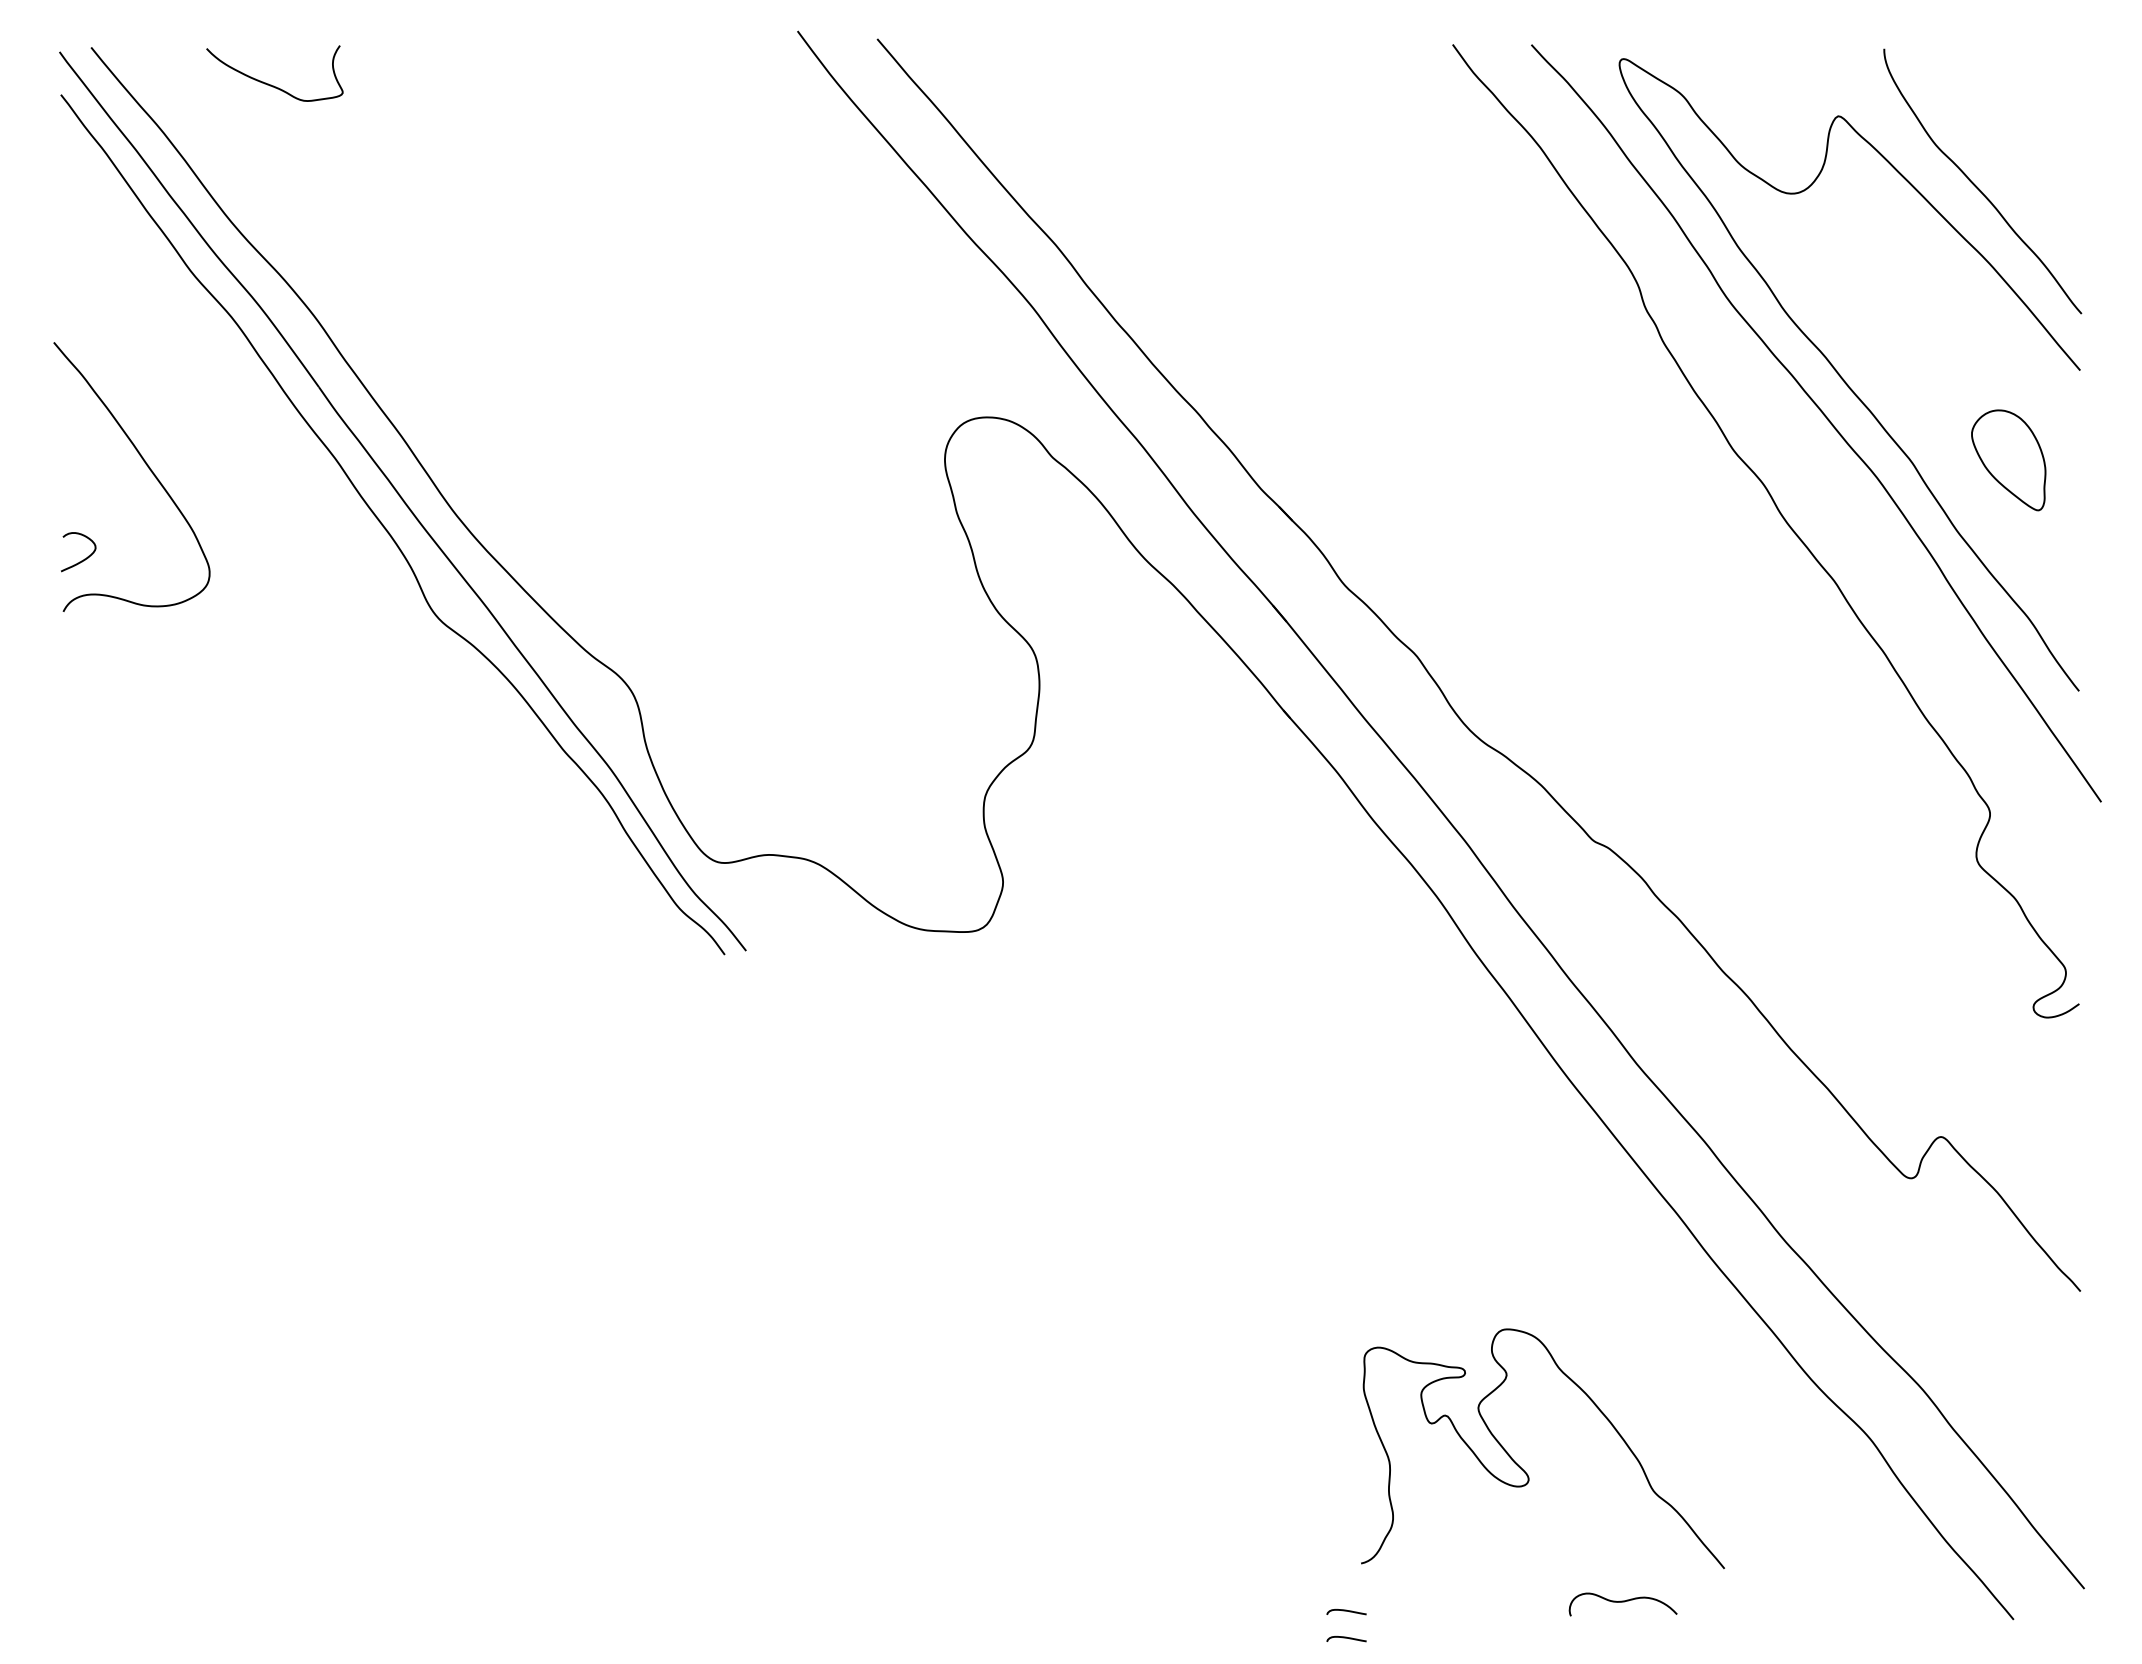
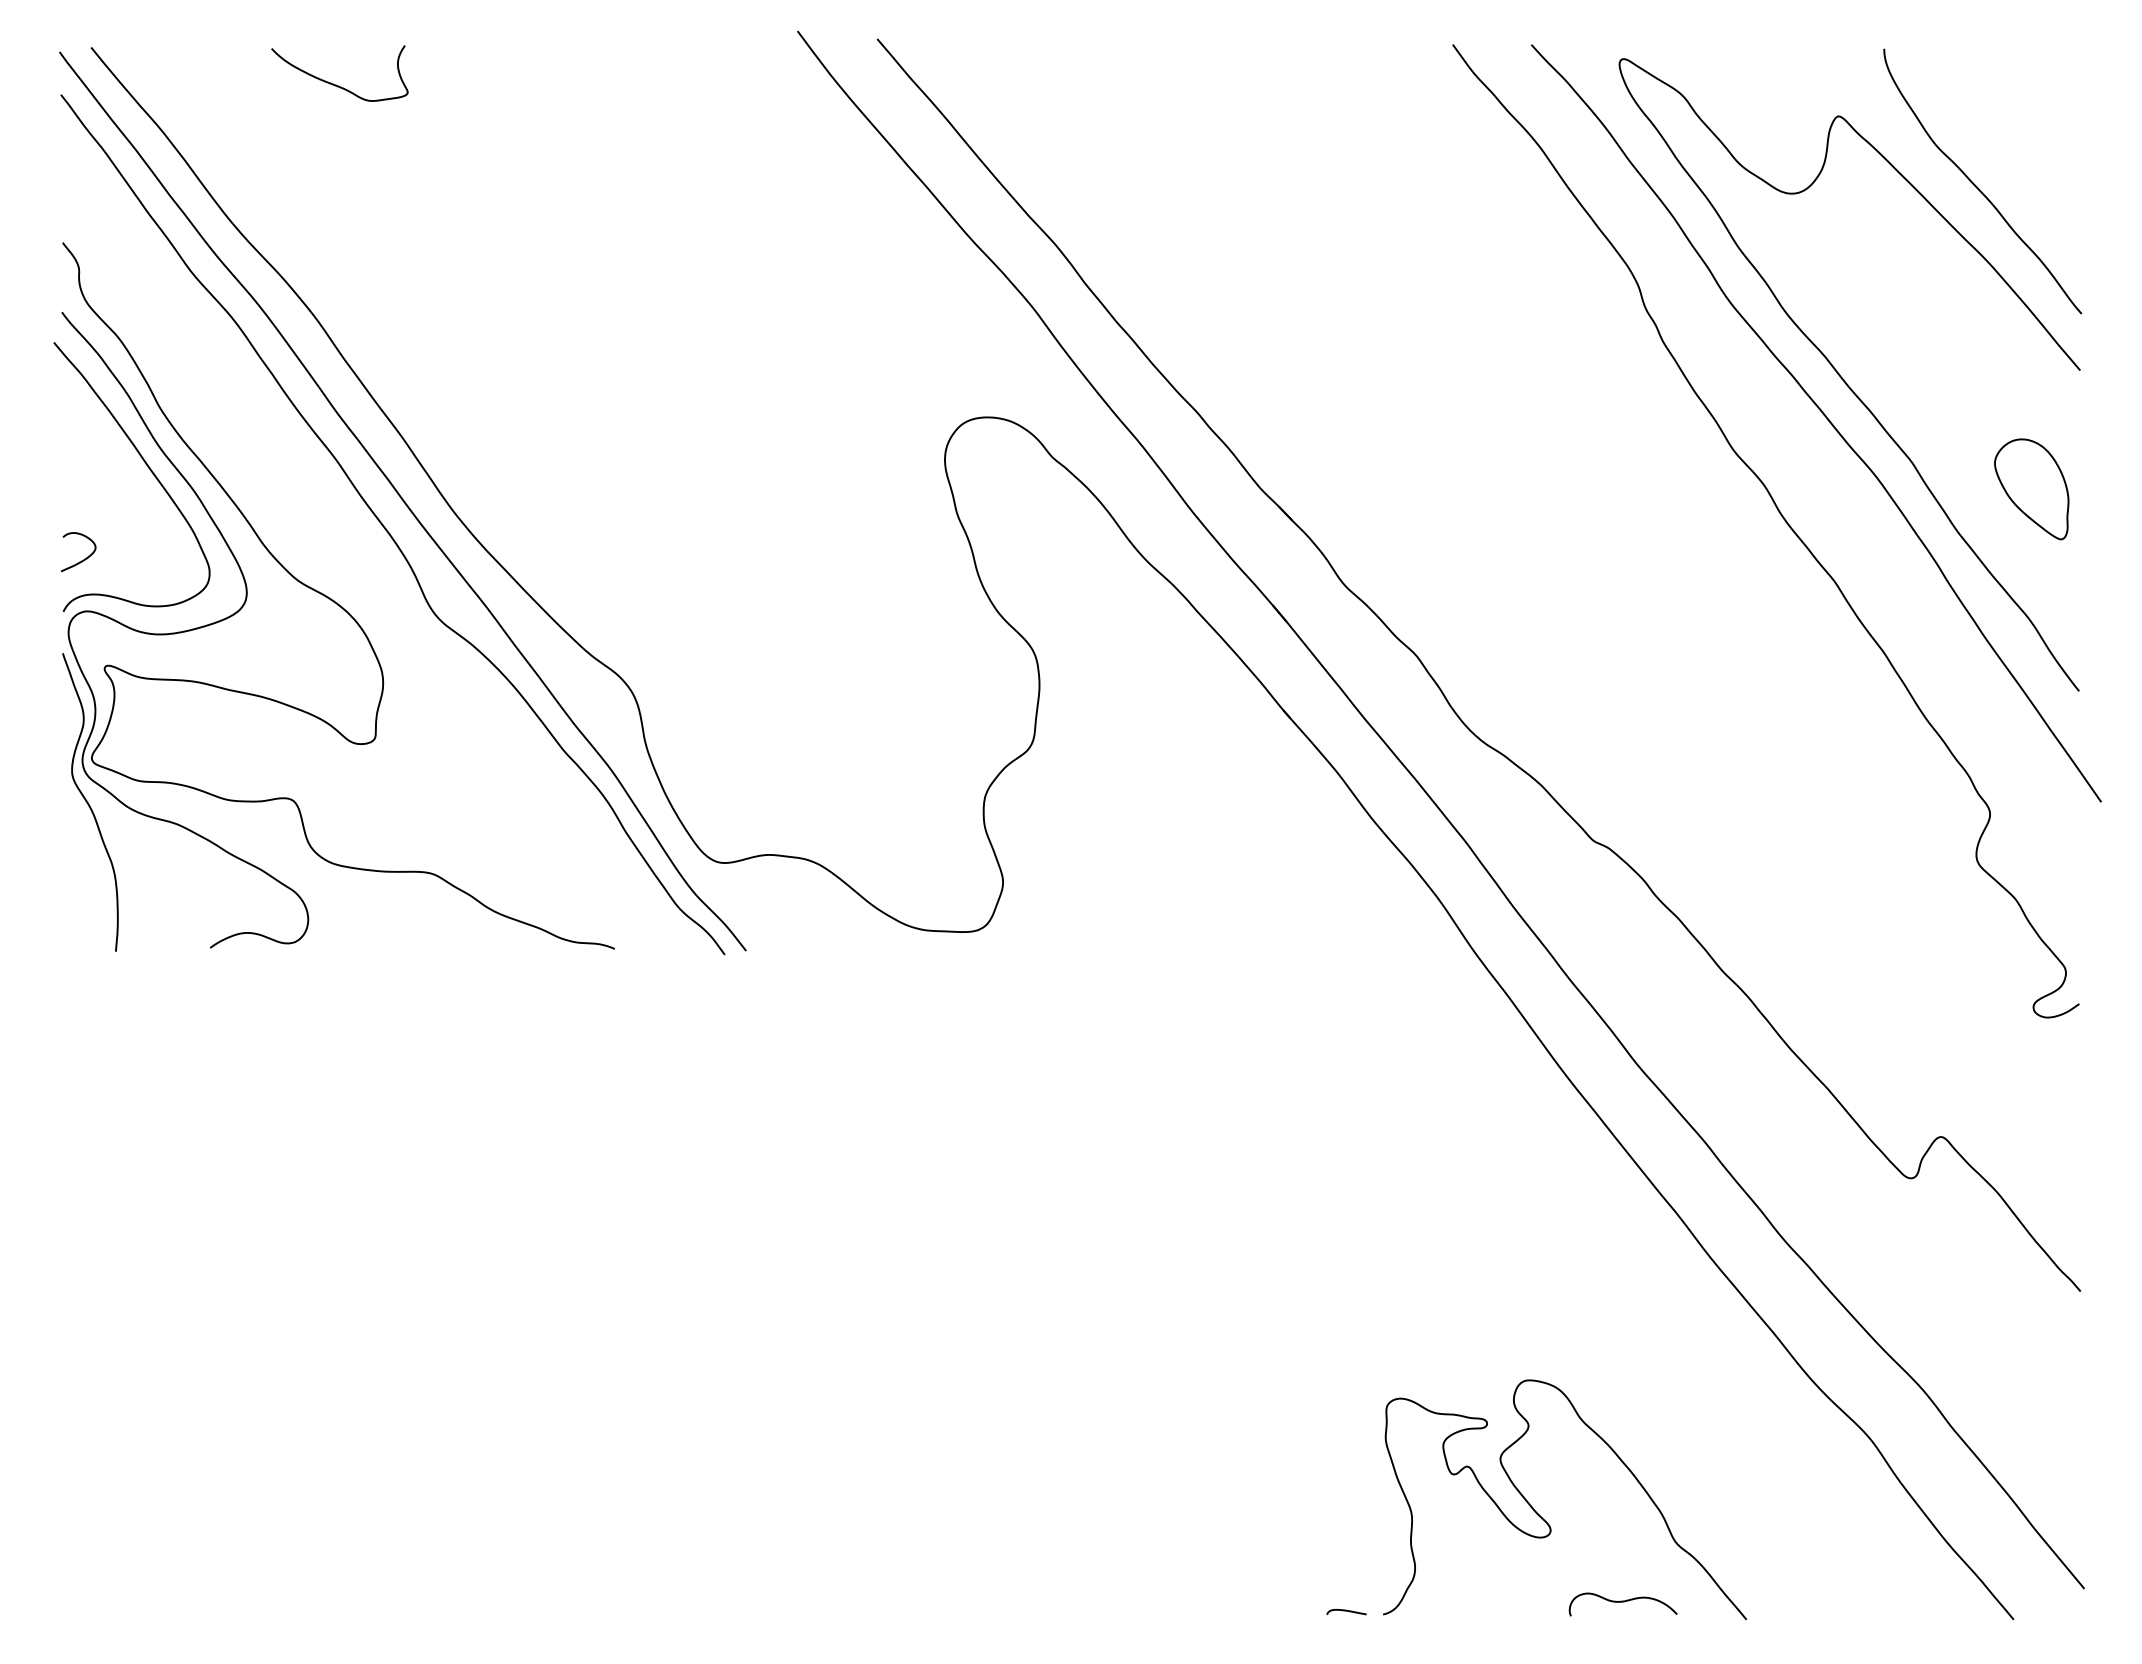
curve at (271, 84) position: (271, 84) -> (336, 84)
part at (2008, 460) position: (2008, 460) -> (2031, 489)
part at (337, 596): none -> present
curve at (1522, 1468) position: (1522, 1468) -> (1544, 1519)
curve at (1346, 1638): present -> none
